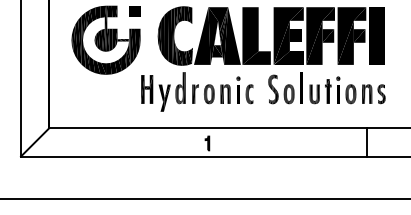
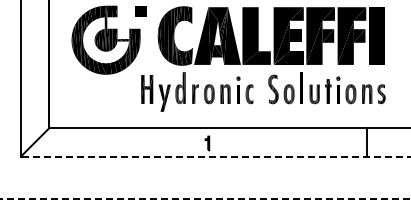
part at (134, 11) position: (134, 11) -> (140, 11)
line at (215, 156): solid -> dashed
line at (205, 198): solid -> dashed
